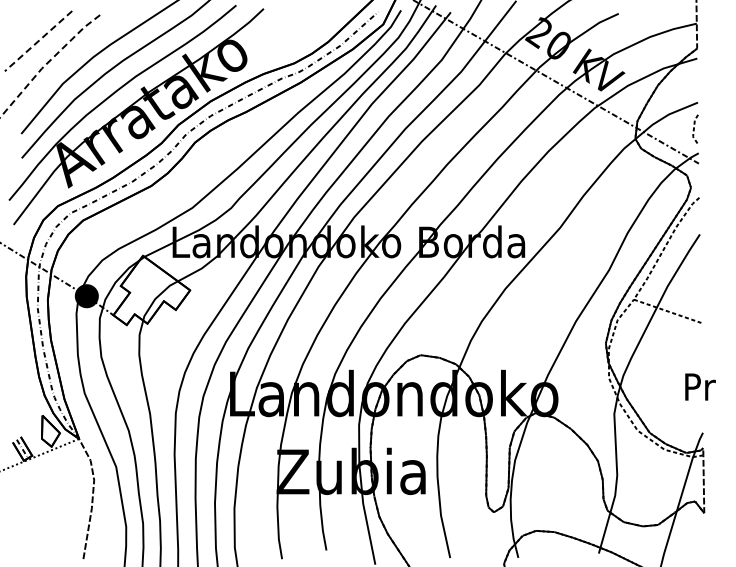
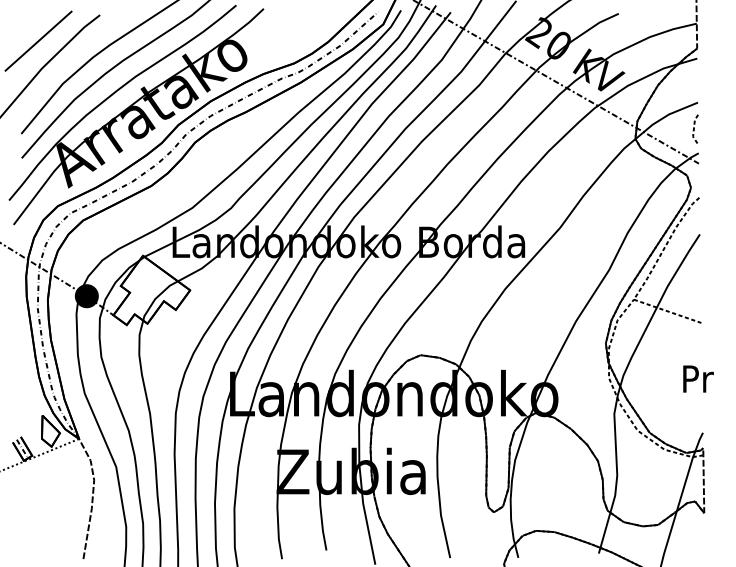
line at (38, 41): dashed -> solid
line at (47, 63): dashed -> solid
text at (700, 386) position: (700, 386) -> (698, 378)
